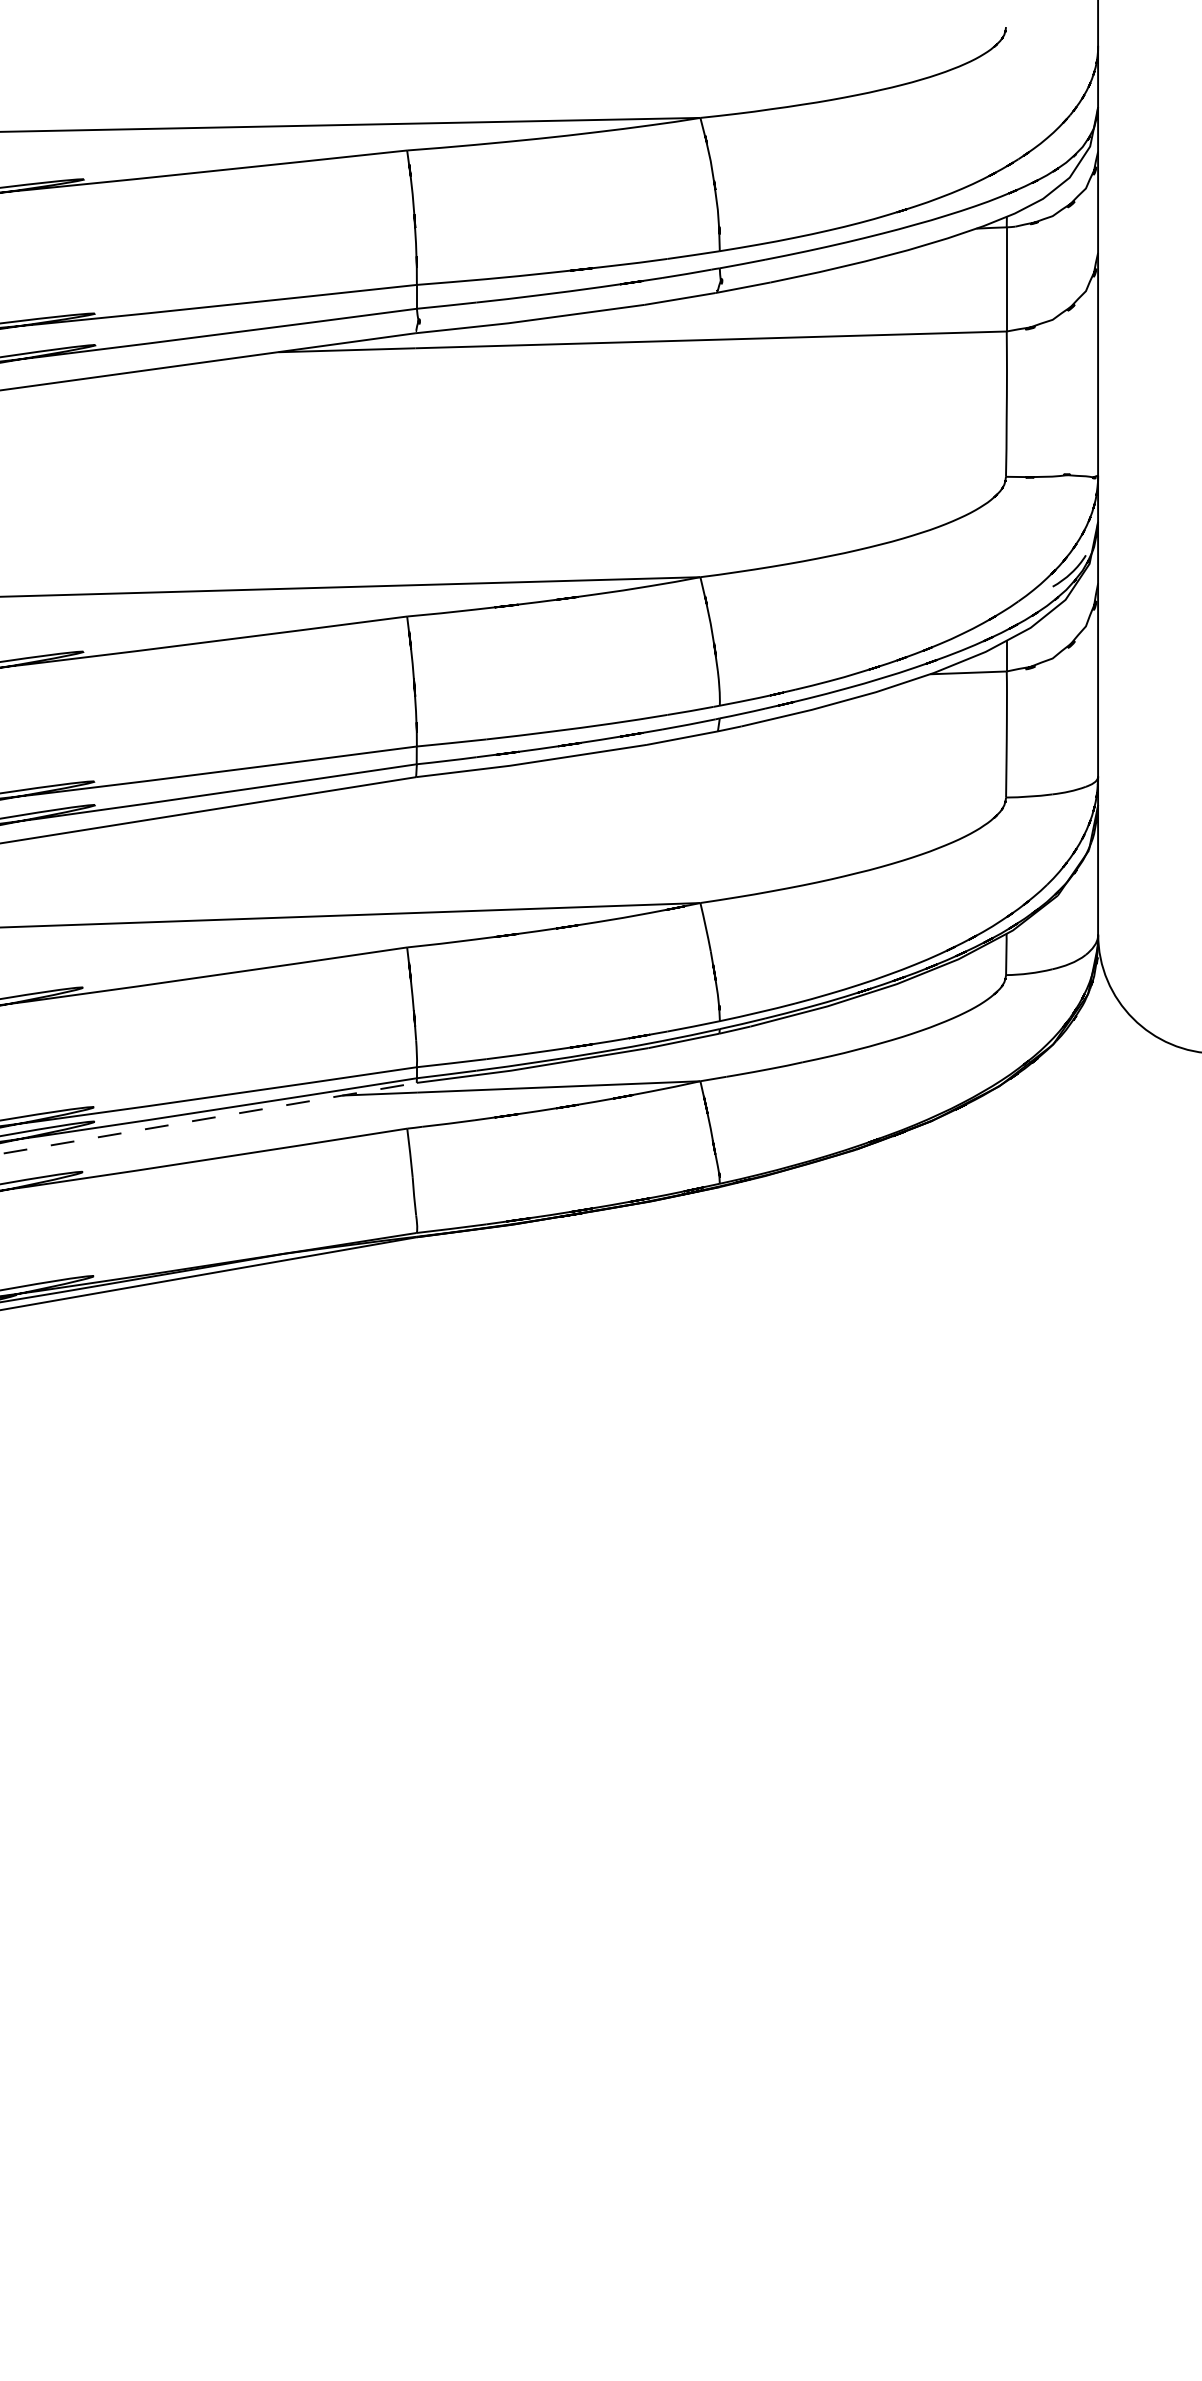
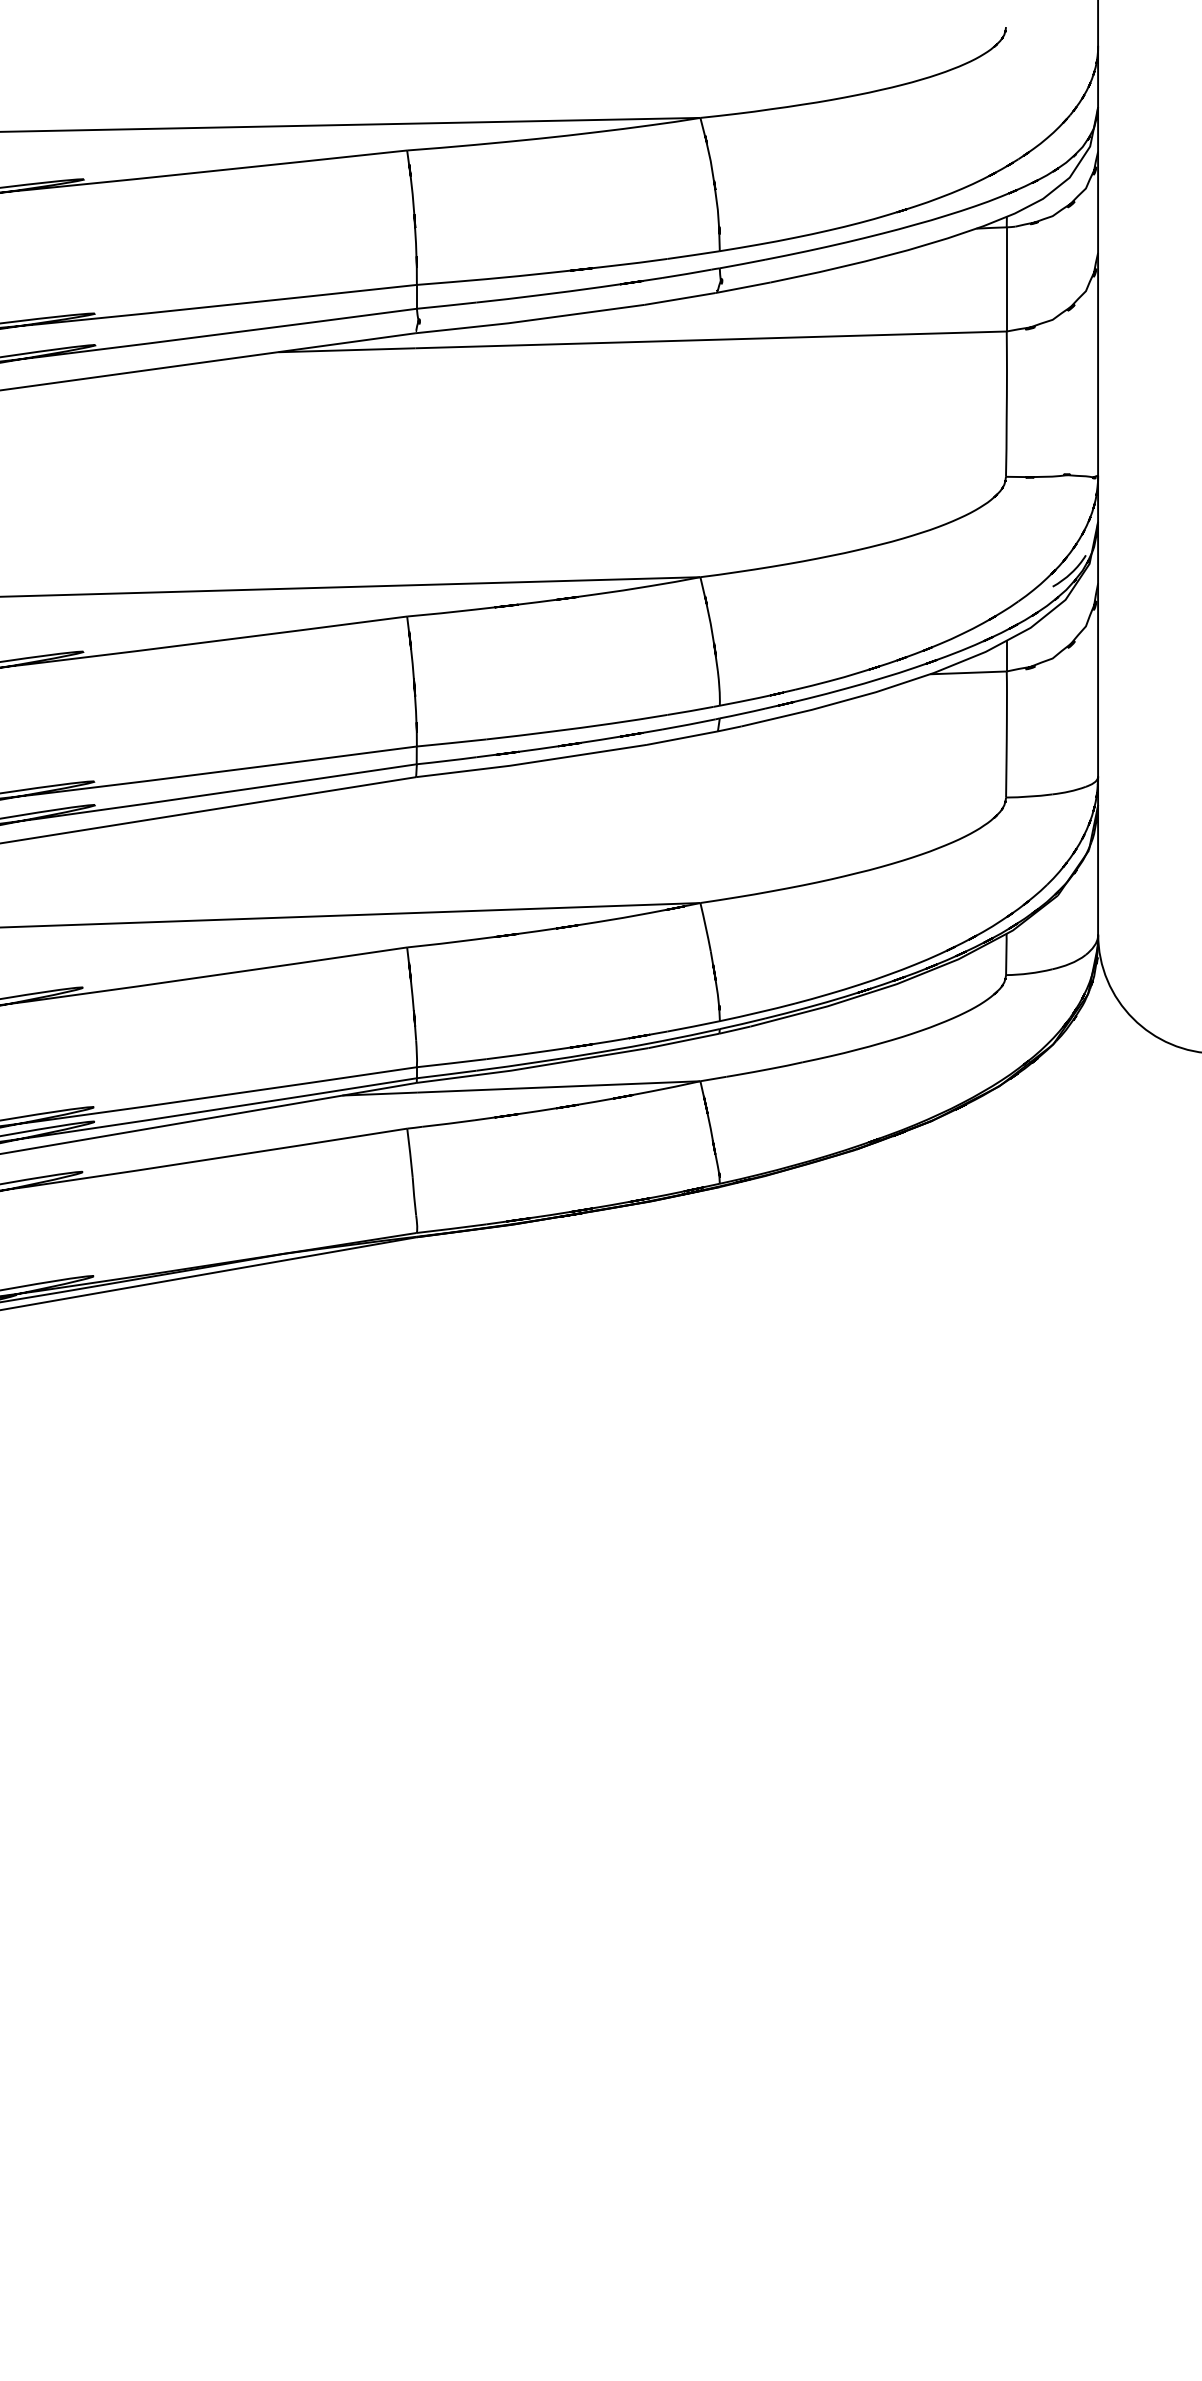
line at (208, 1118): dashed -> solid
